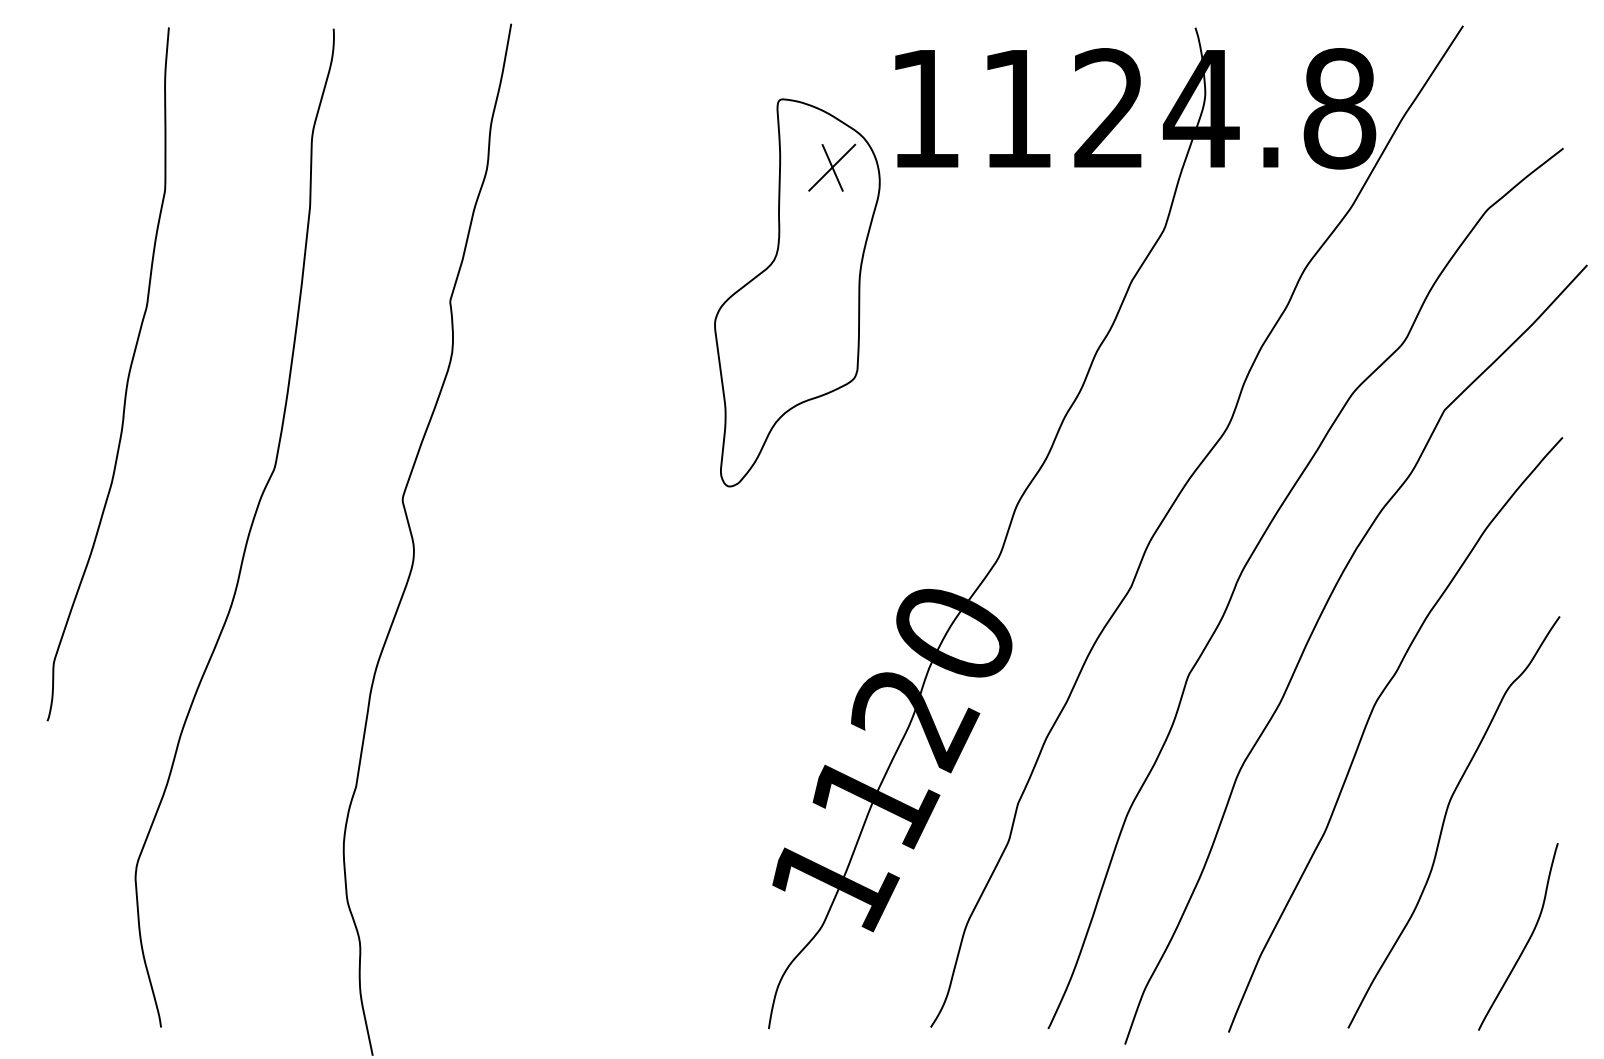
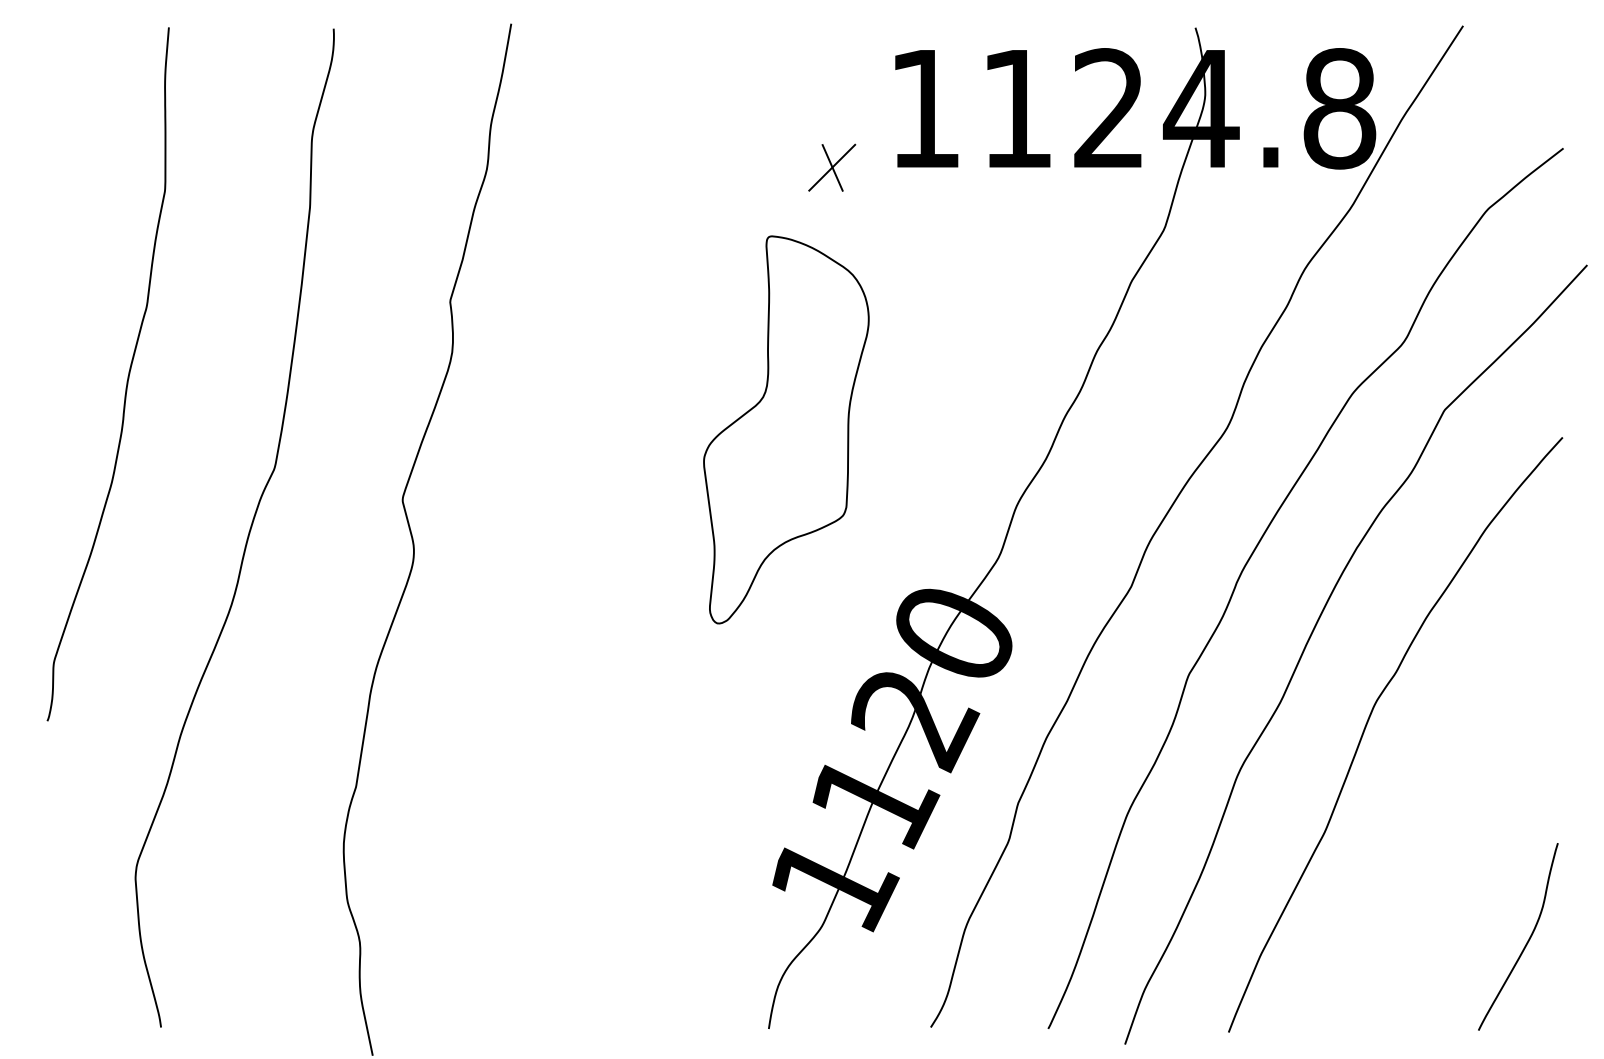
part at (797, 292) position: (797, 292) -> (786, 429)
curve at (1445, 819): present -> none
